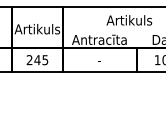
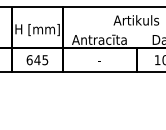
text at (129, 20) position: (129, 20) -> (136, 20)
text at (37, 30): Artikuls -> H [mm]
text at (29, 60): 245 -> 645
